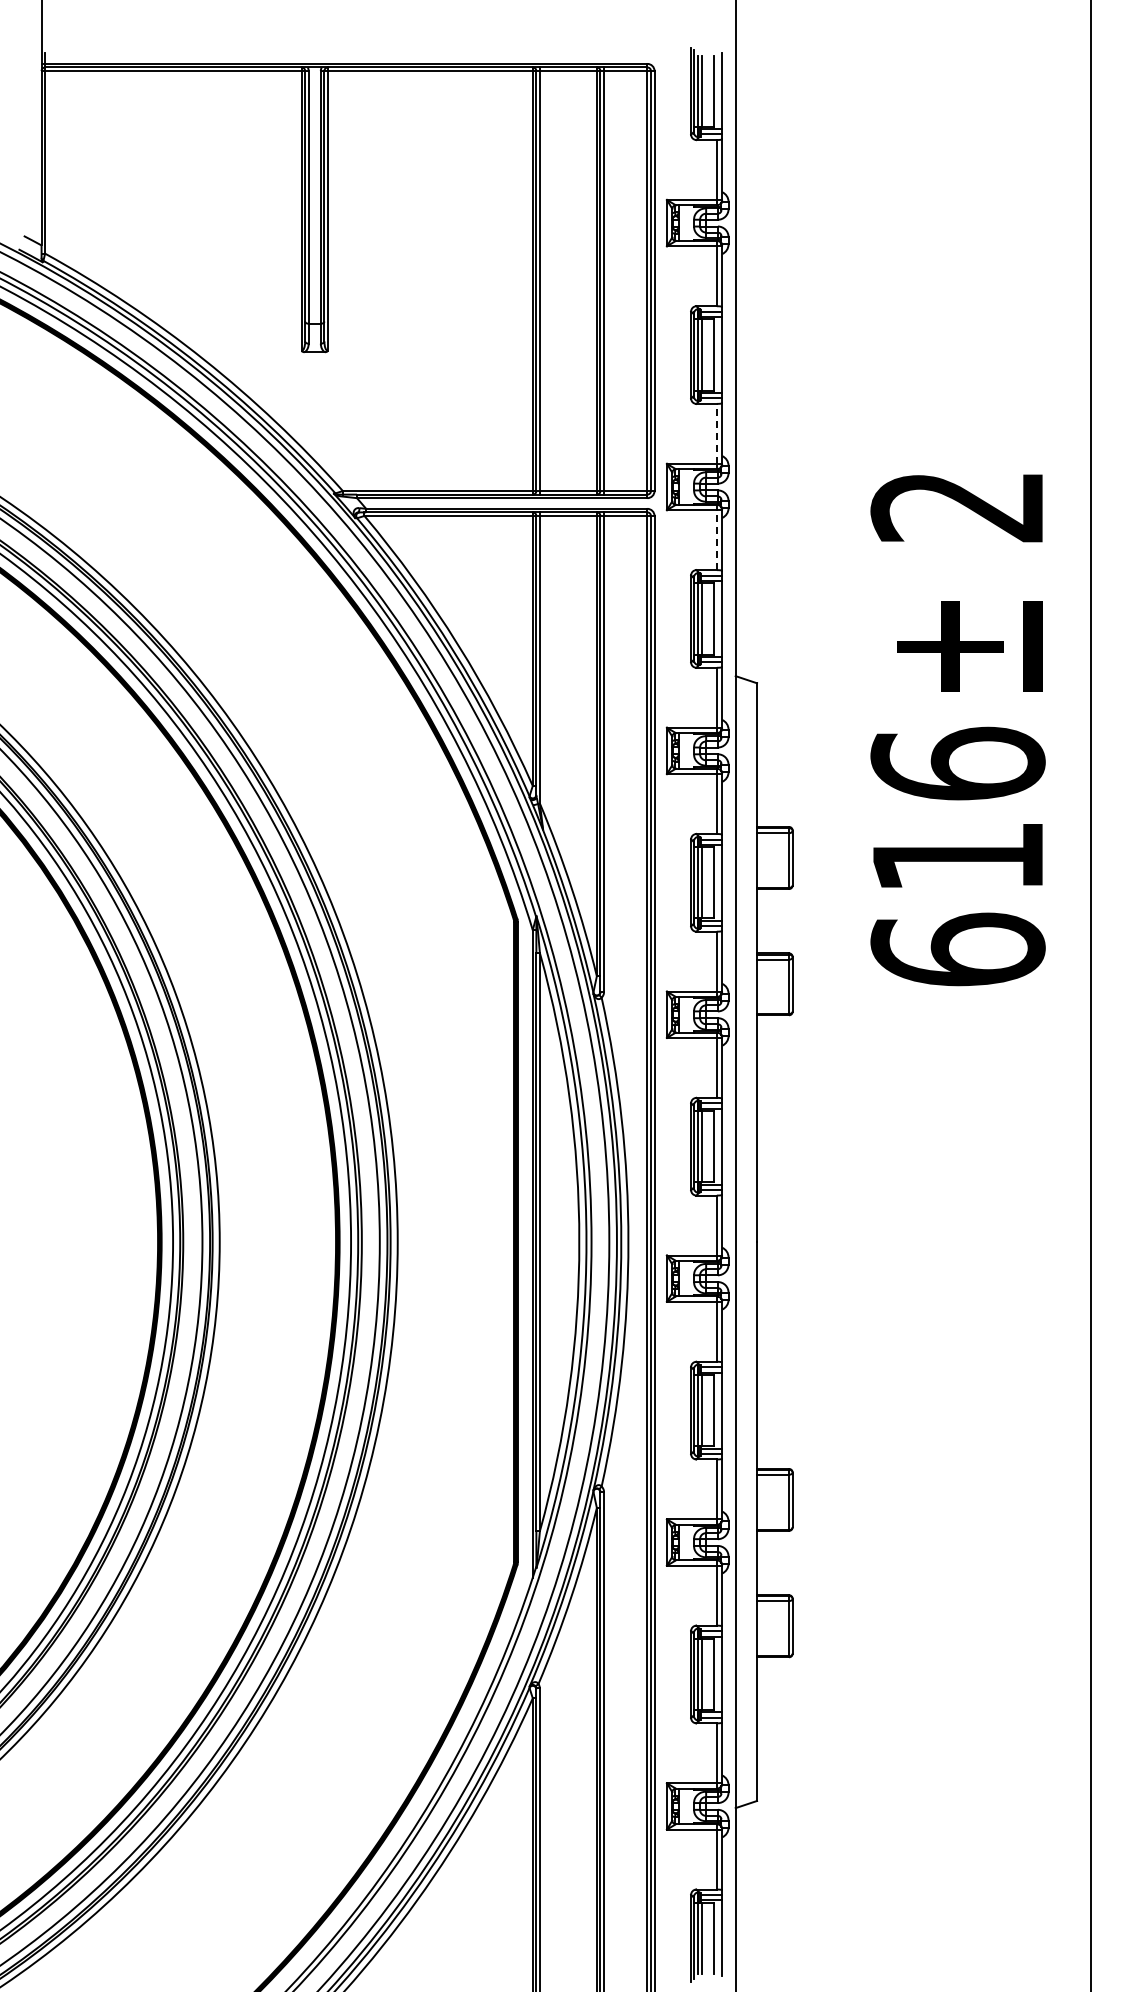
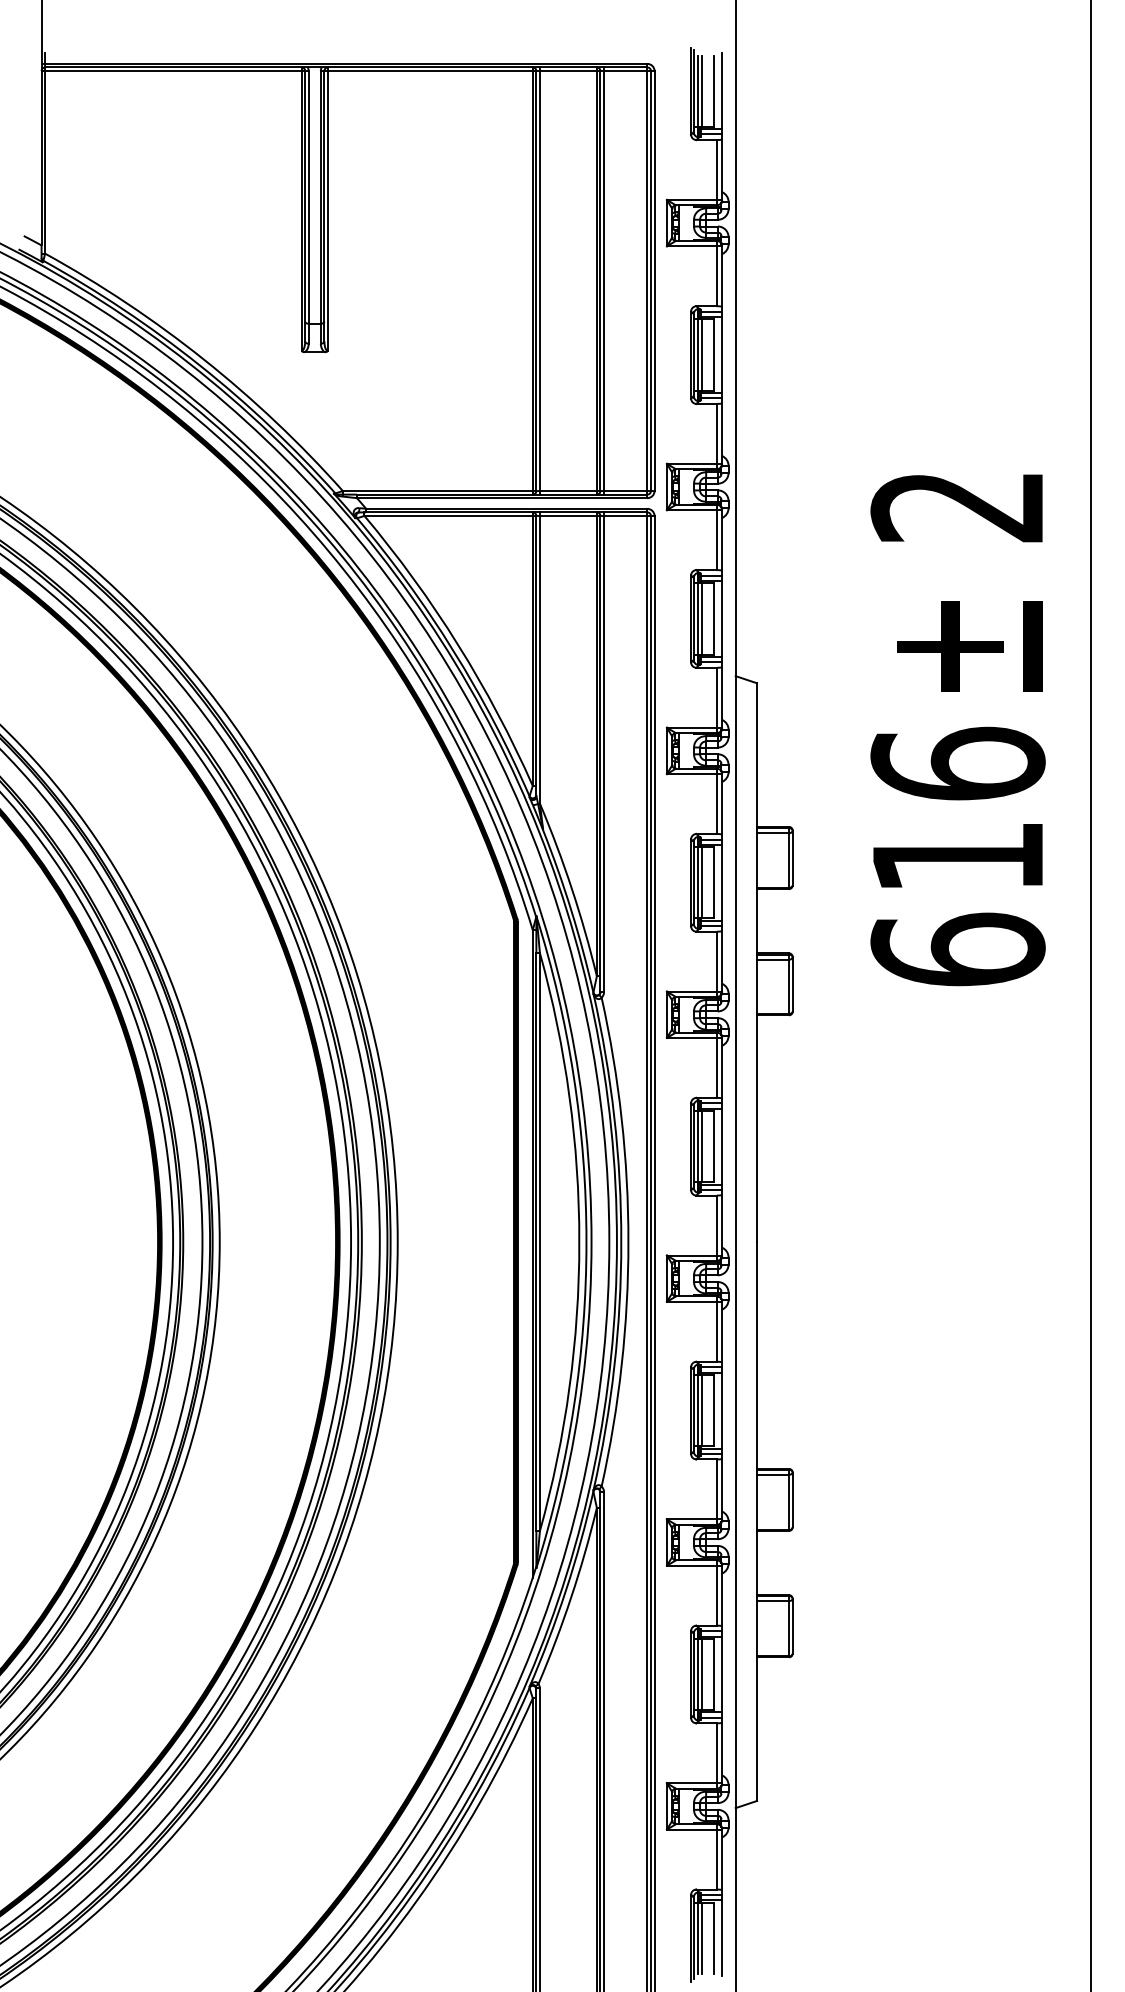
line at (716, 433): dashed -> solid
line at (716, 540): dashed -> solid
